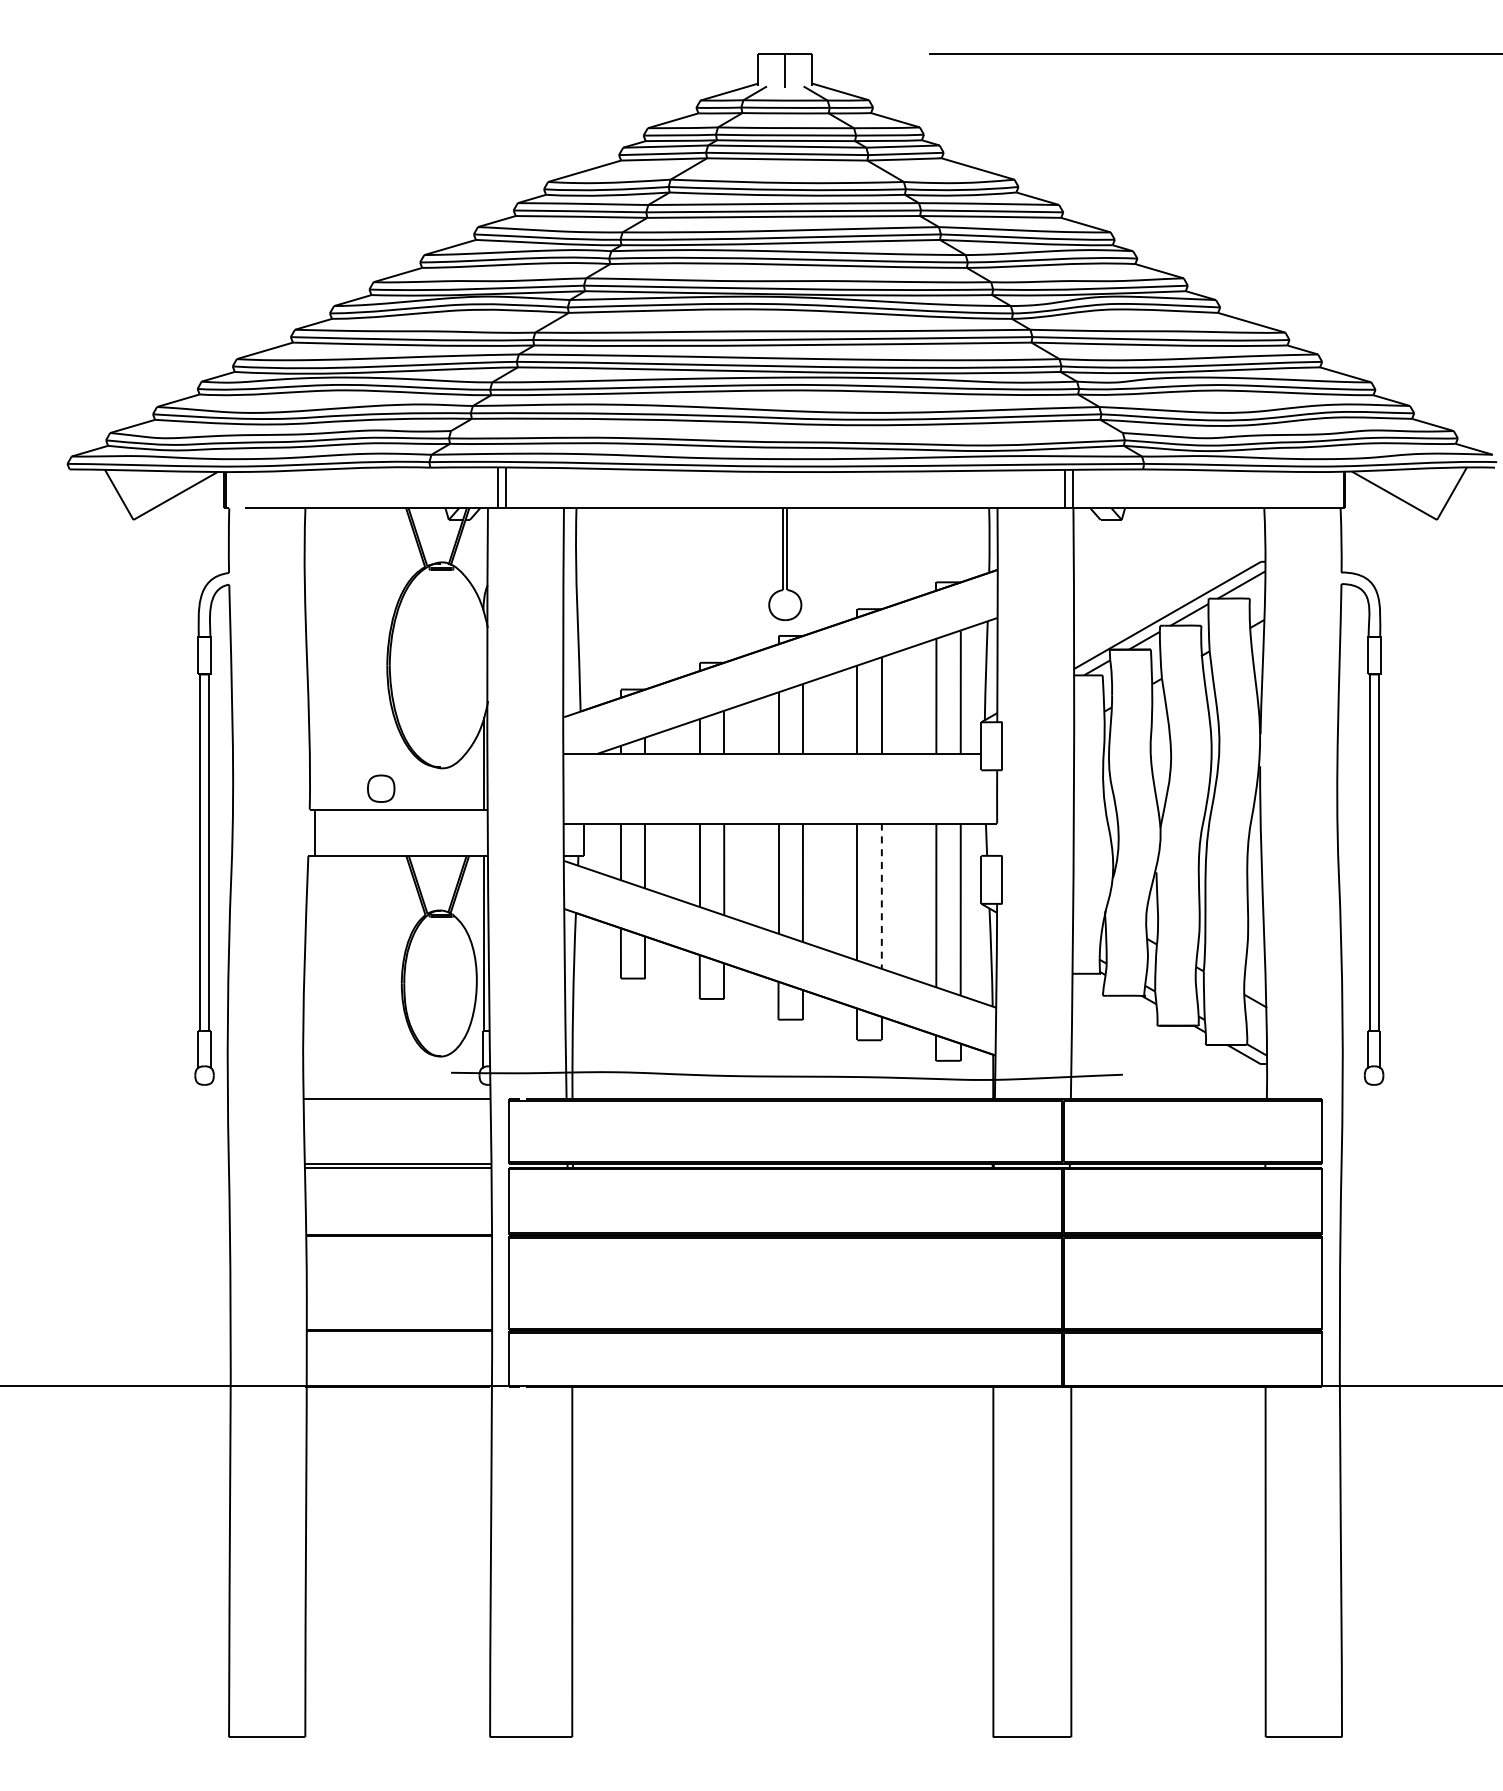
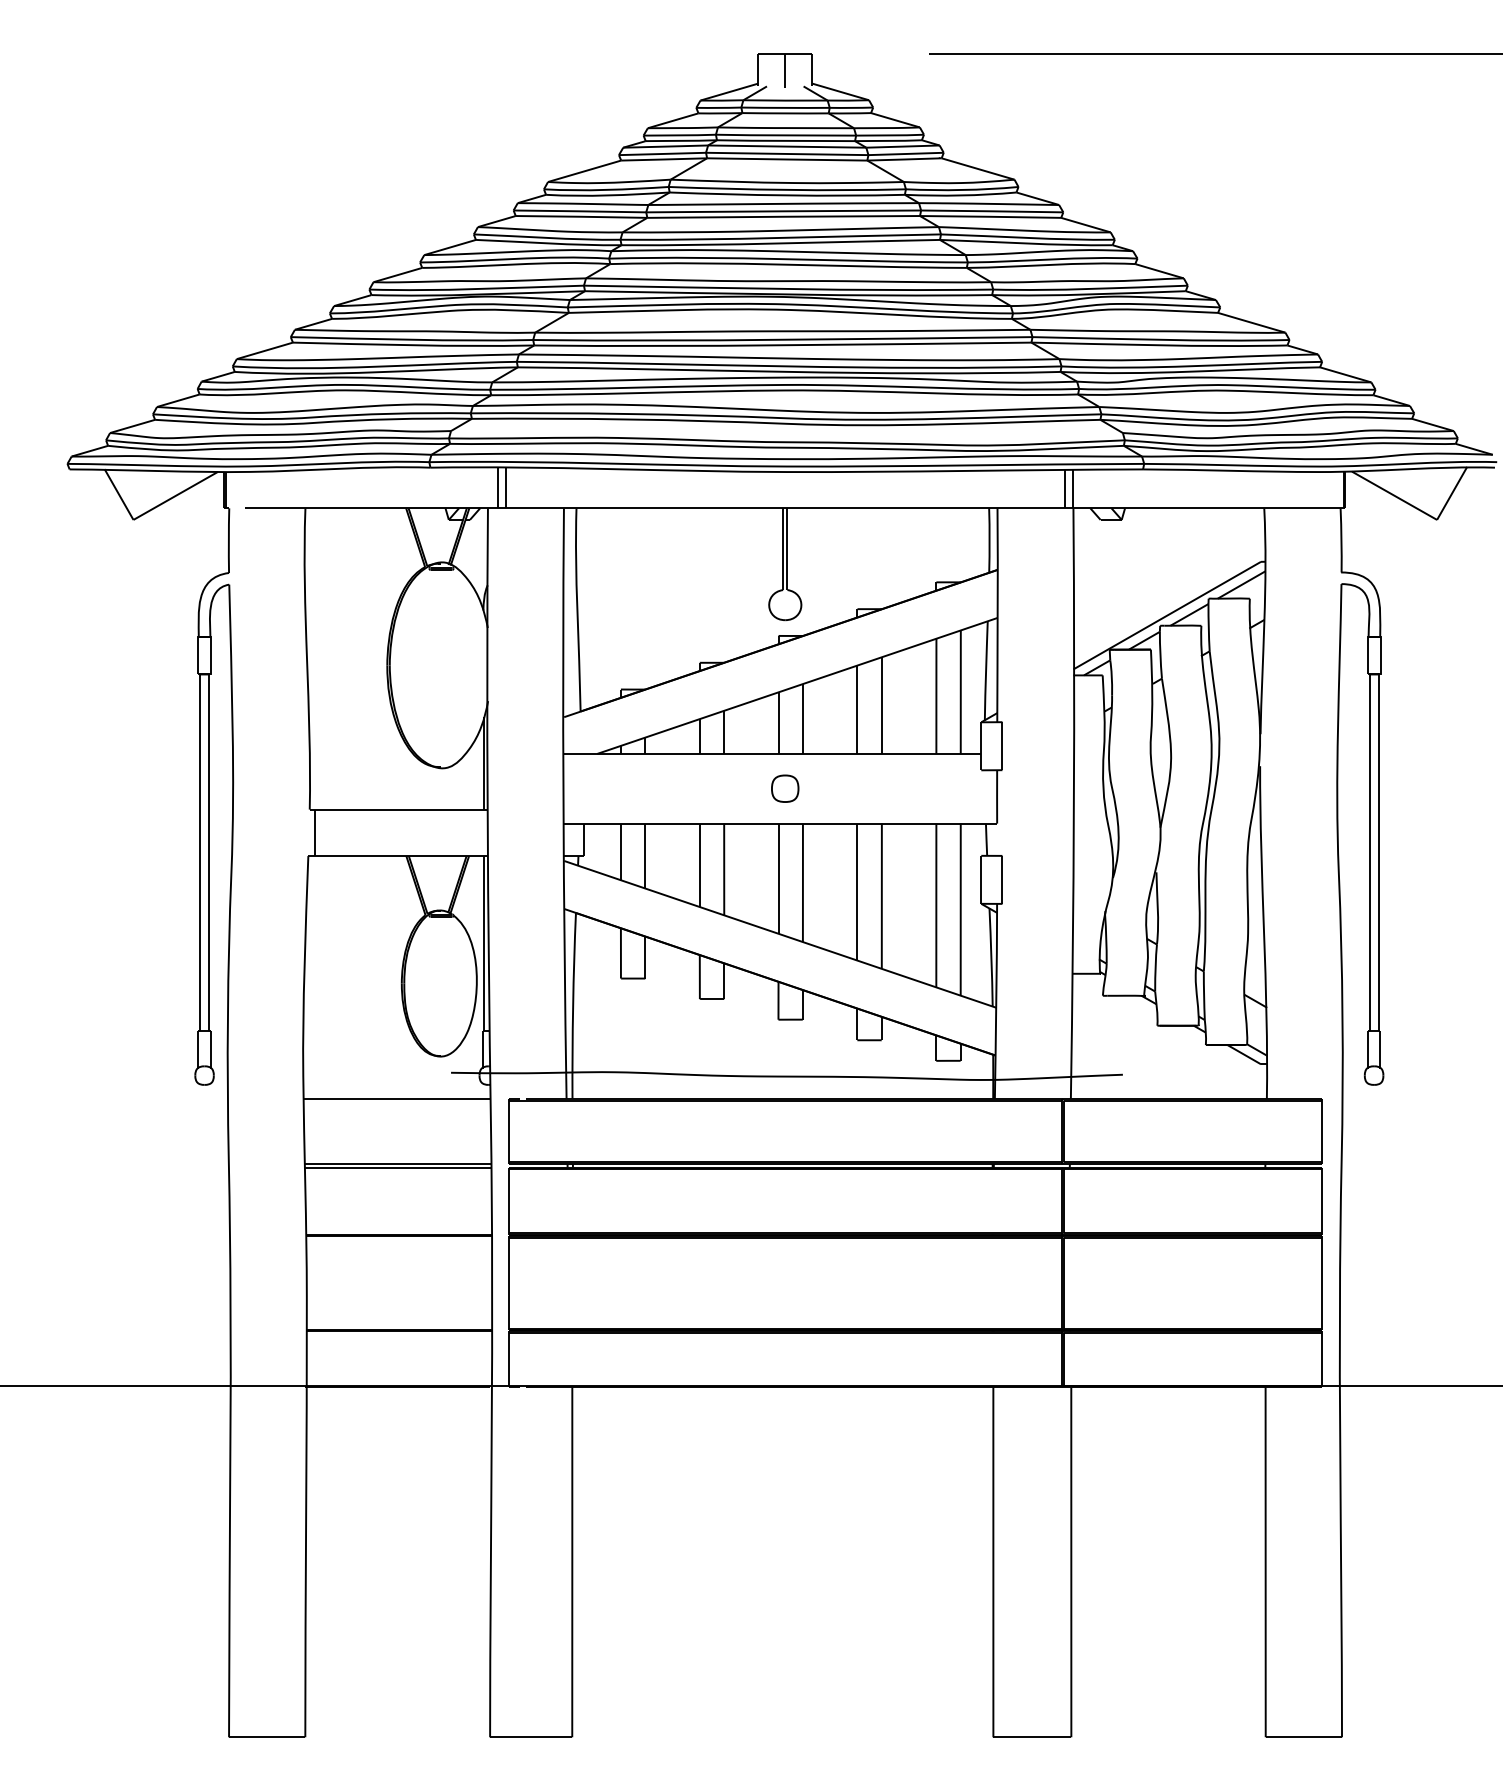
part at (381, 788) position: (381, 788) -> (785, 788)
line at (881, 896): dashed -> solid
